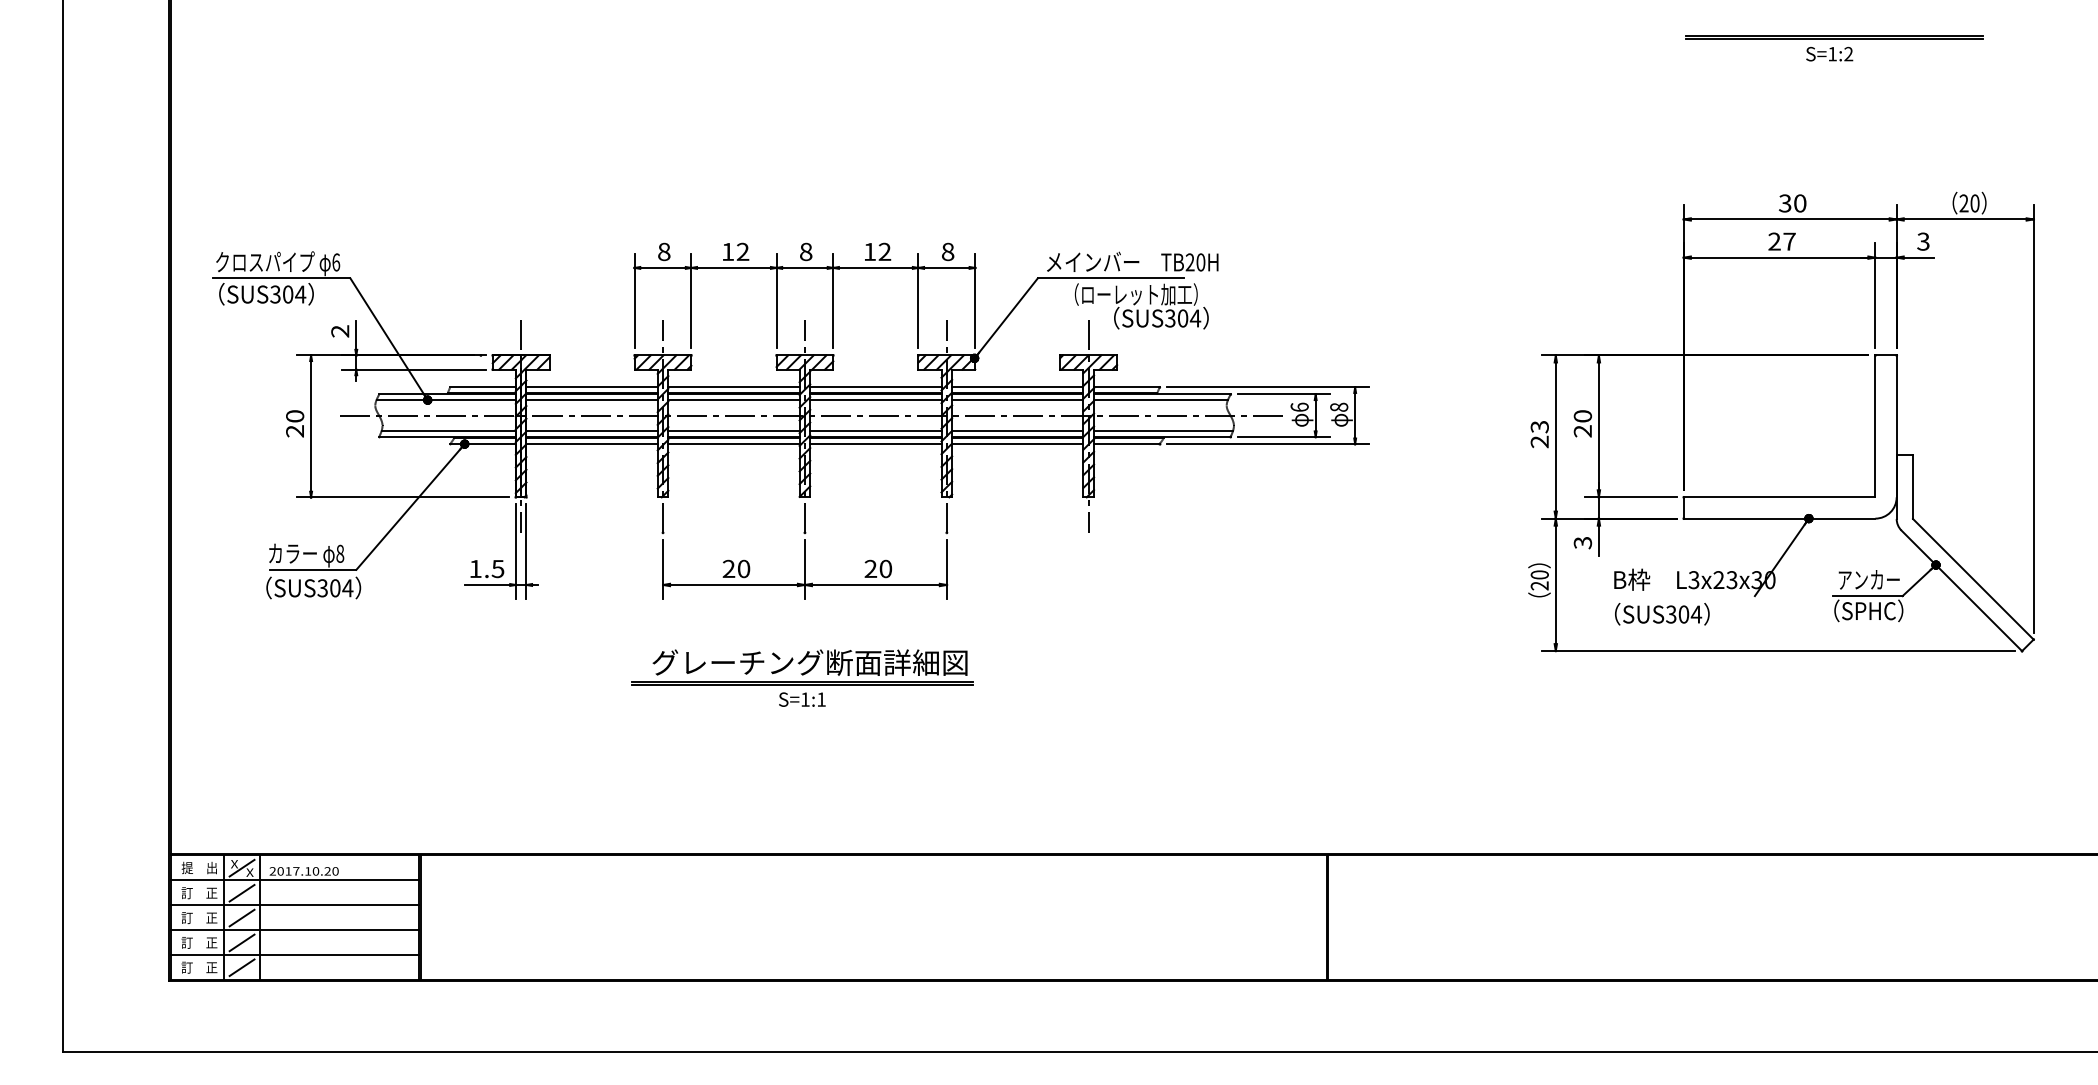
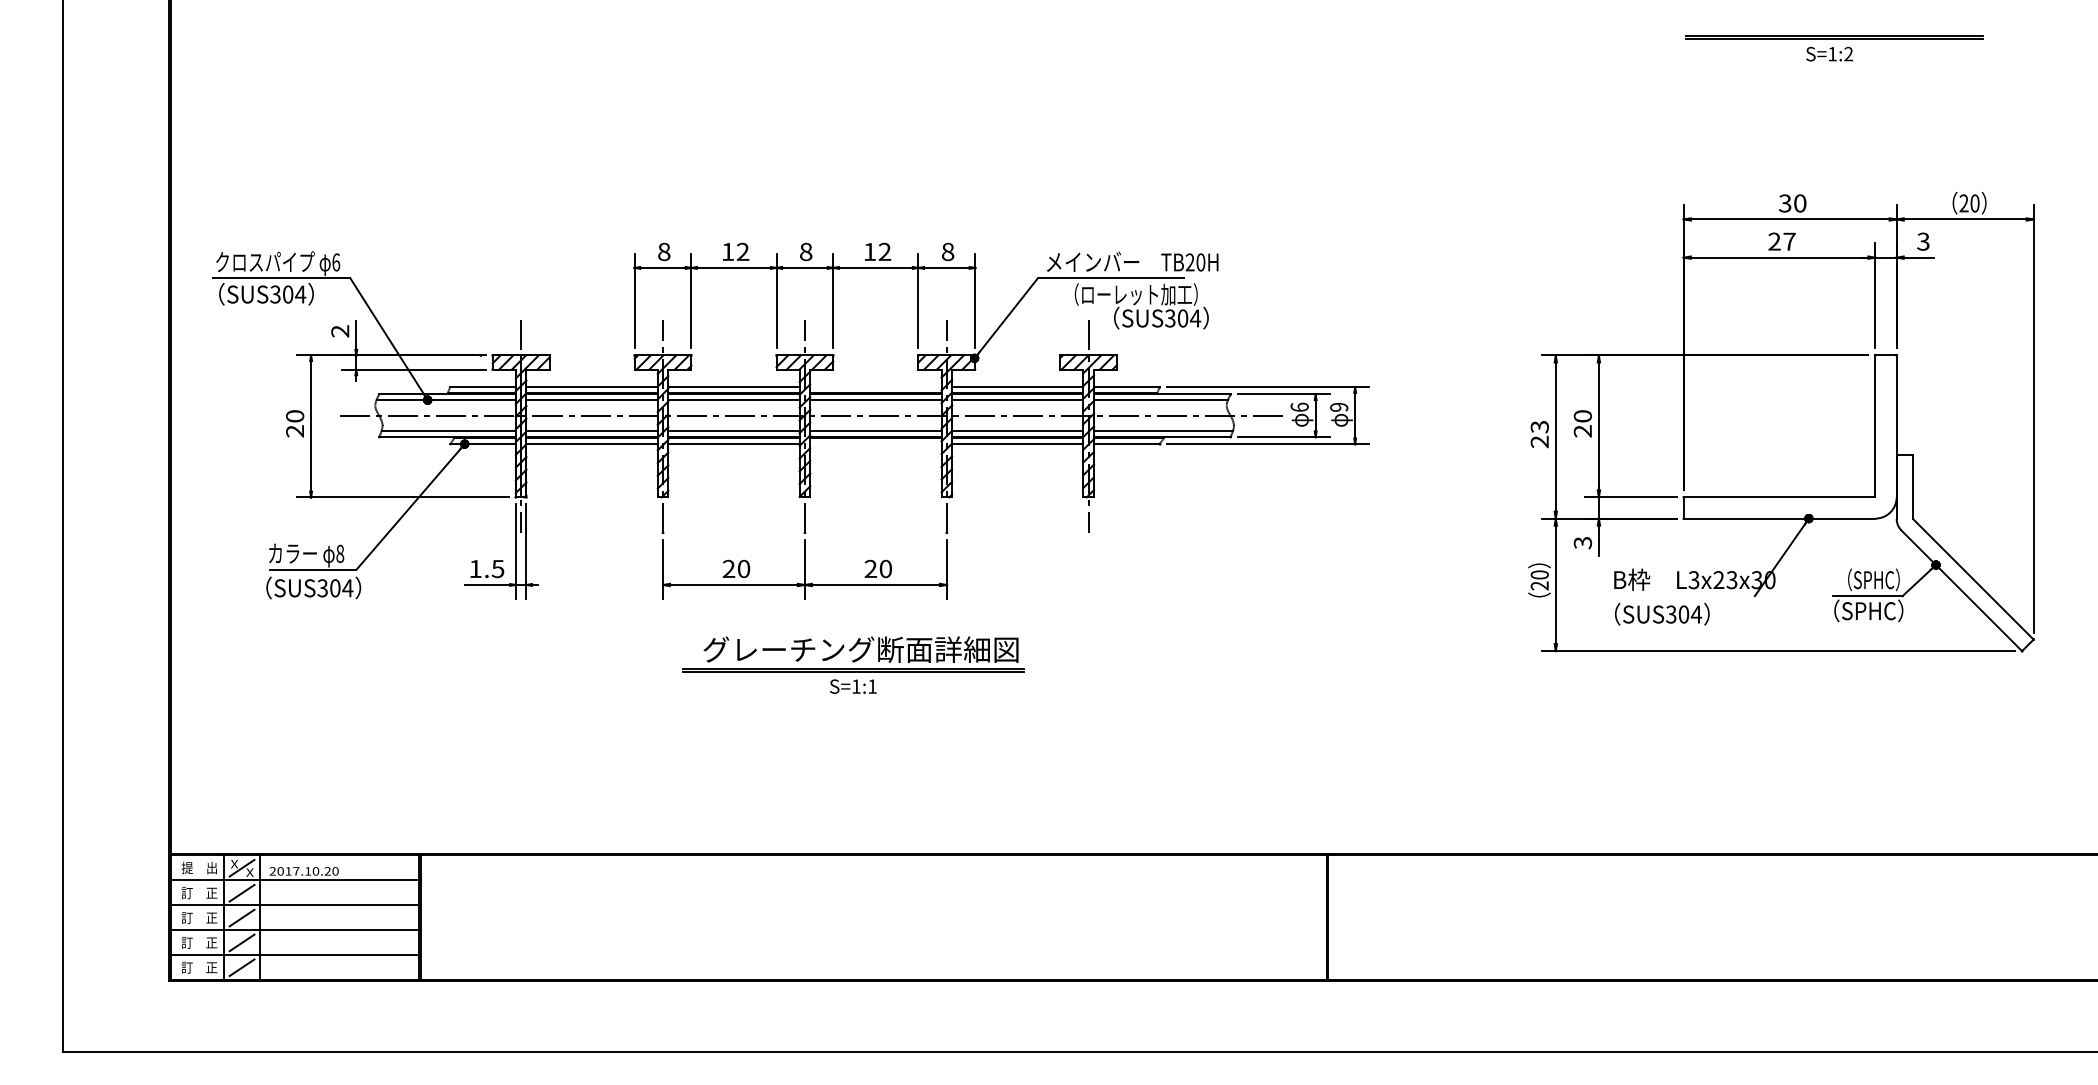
line at (875, 387): present -> none
text at (1339, 406): 8 -> 9
line at (875, 444): present -> none
text at (1868, 579): アンカー -> （SPHC）
part at (802, 677) position: (802, 677) -> (853, 664)
